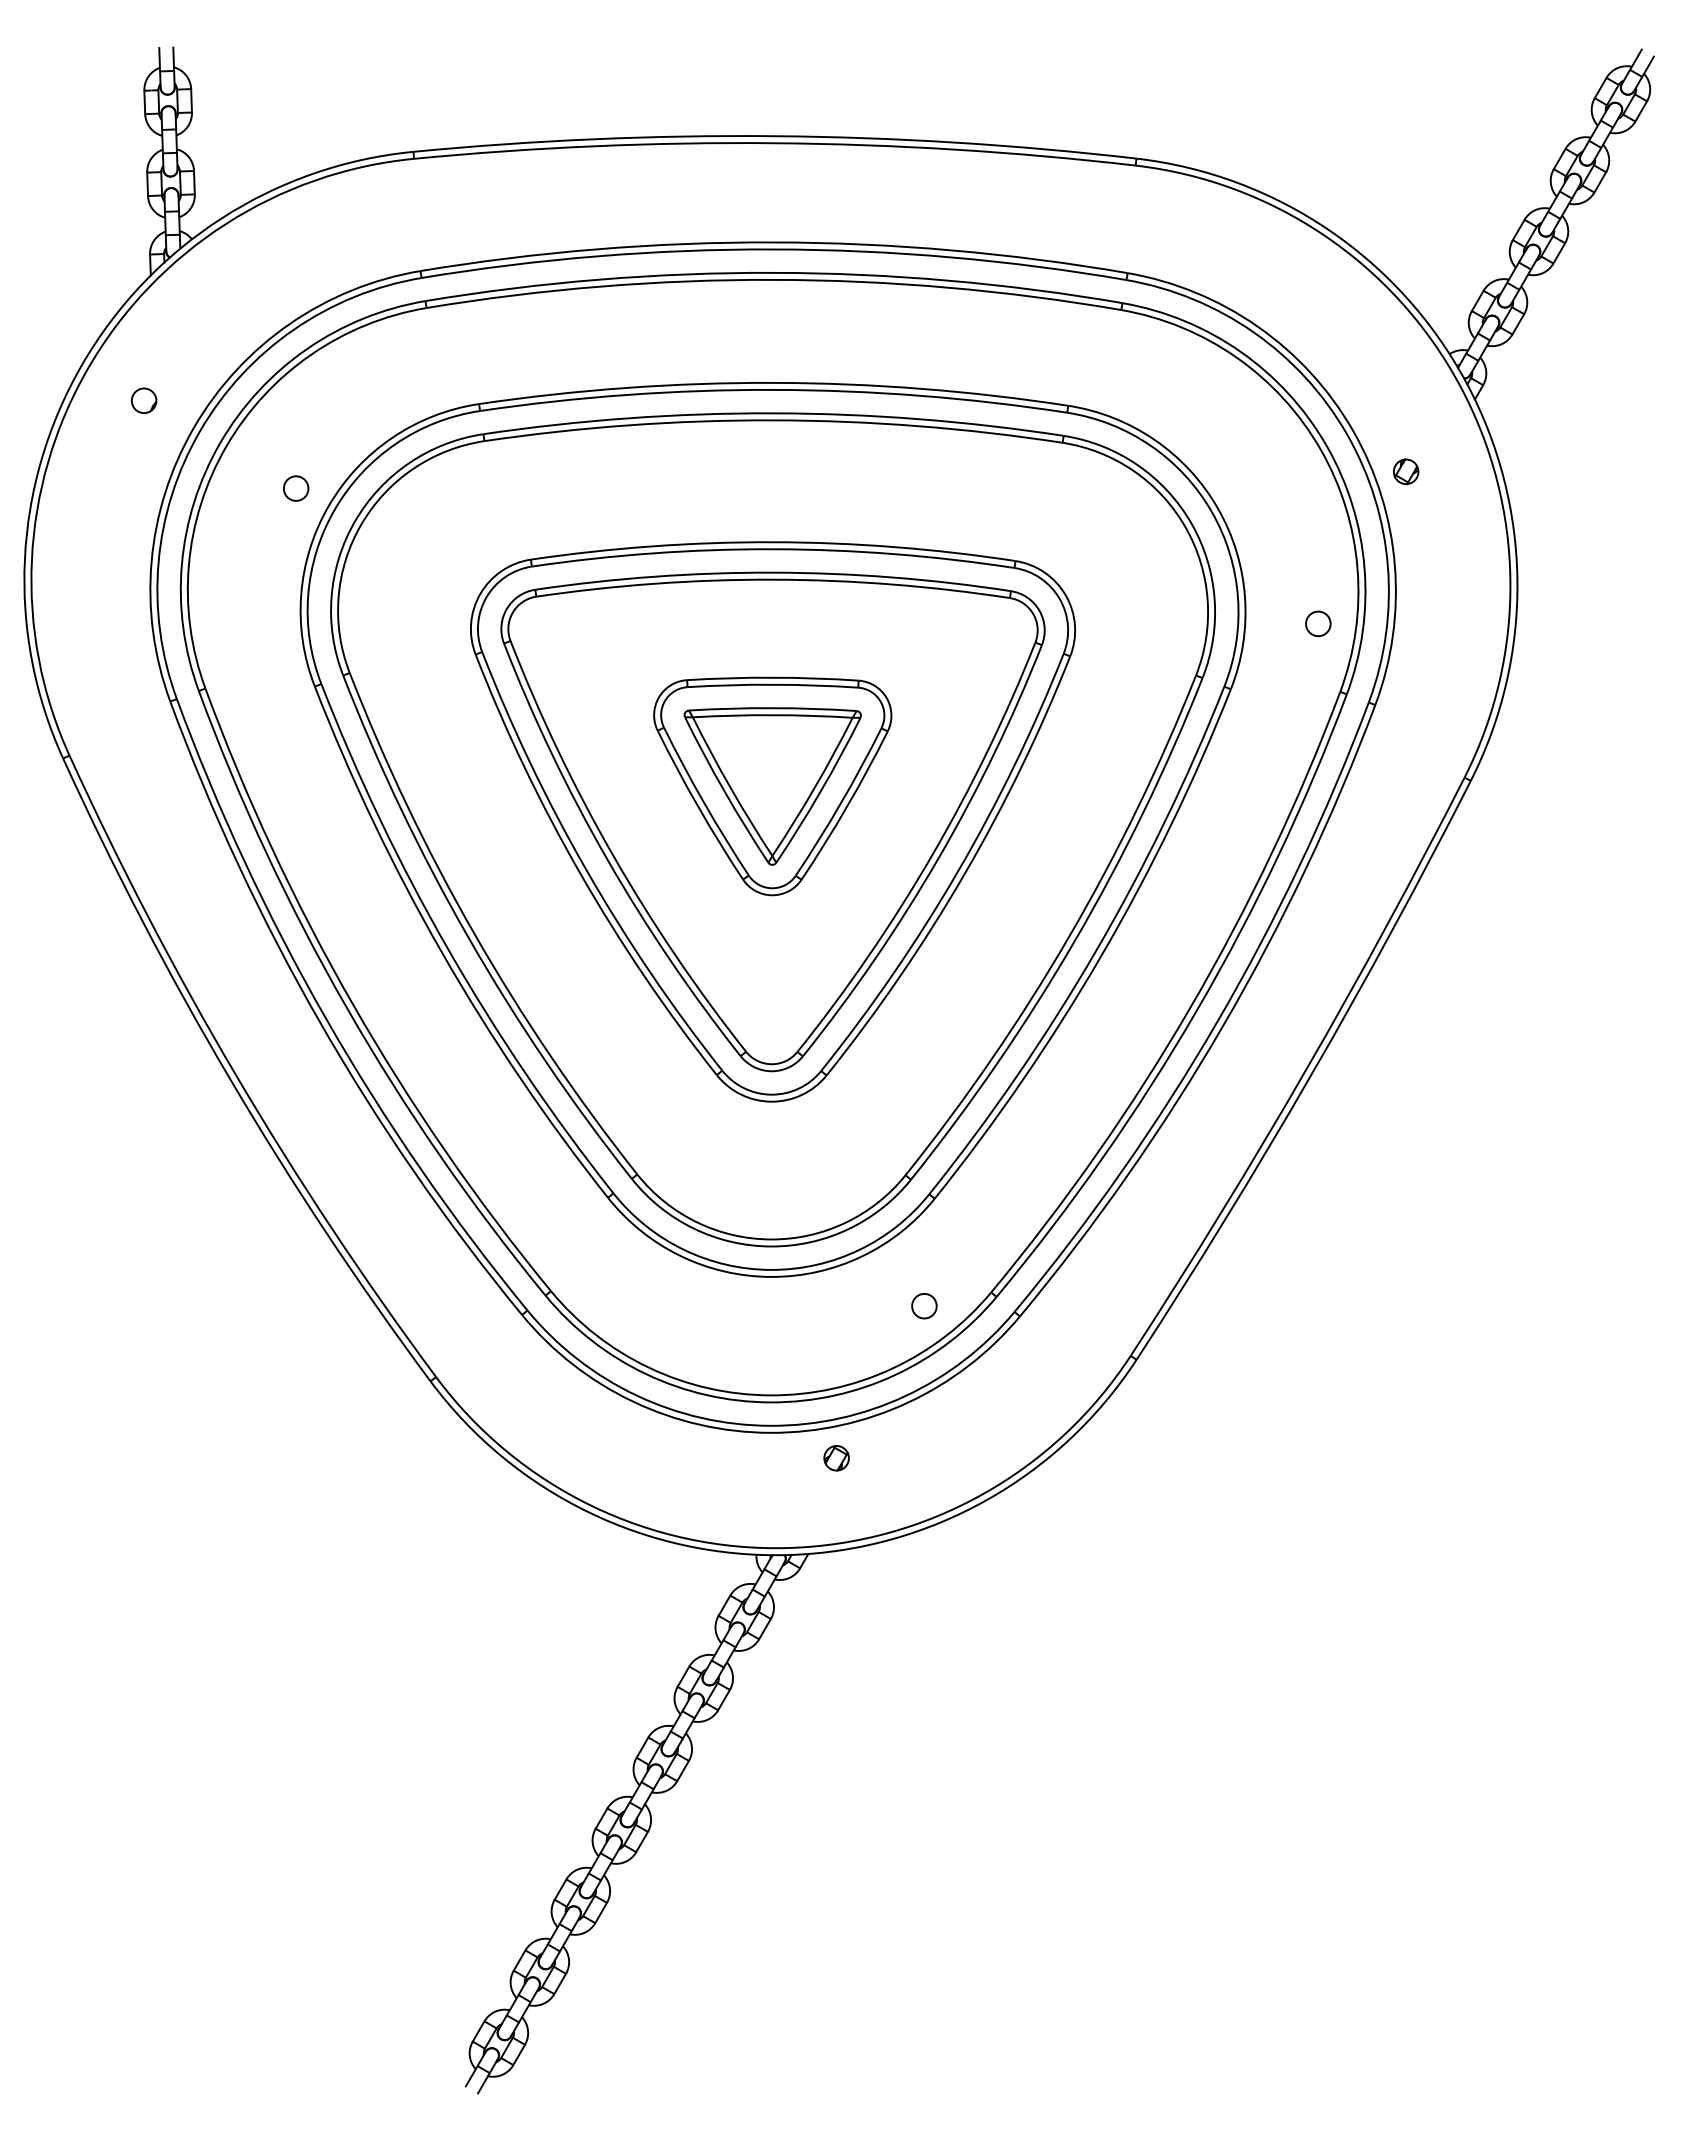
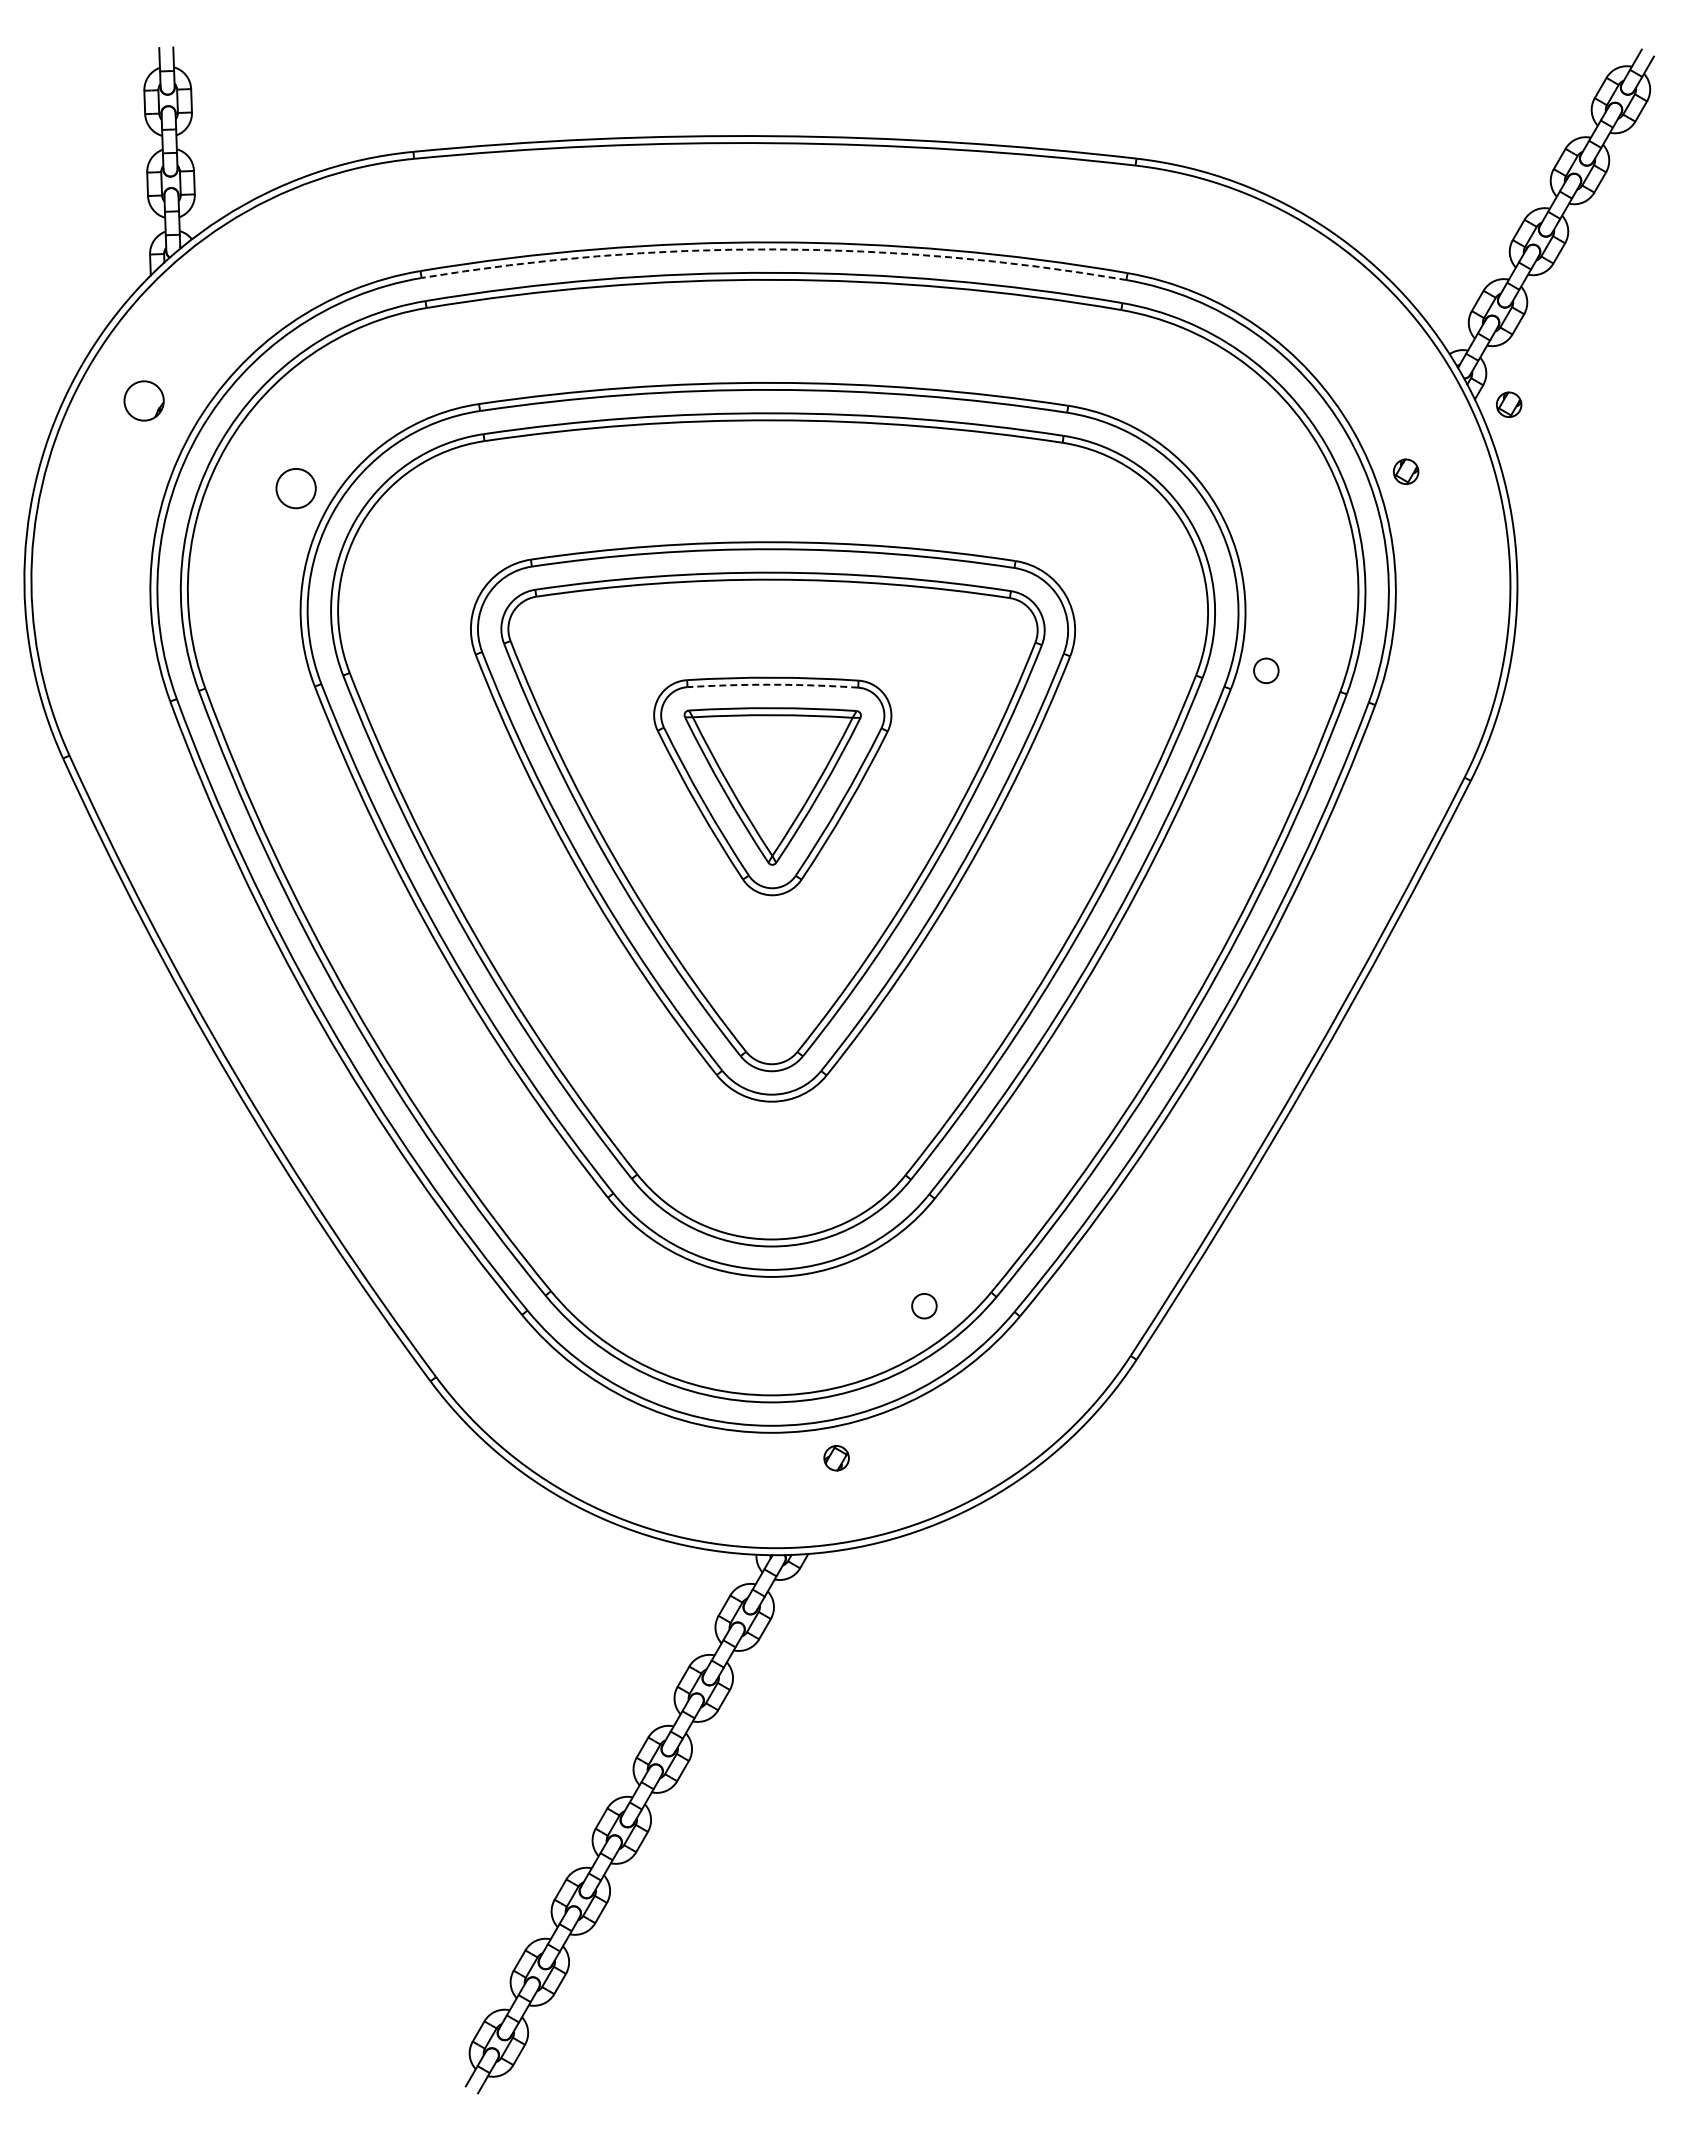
arc at (774, 249): solid -> dashed
part at (143, 400) size: 28x27 px -> 42x42 px
part at (1509, 404): none -> present
circle at (295, 488) diameter: 25 px -> 39 px
circle at (1318, 623) position: (1318, 623) -> (1266, 670)
arc at (772, 684): solid -> dashed
